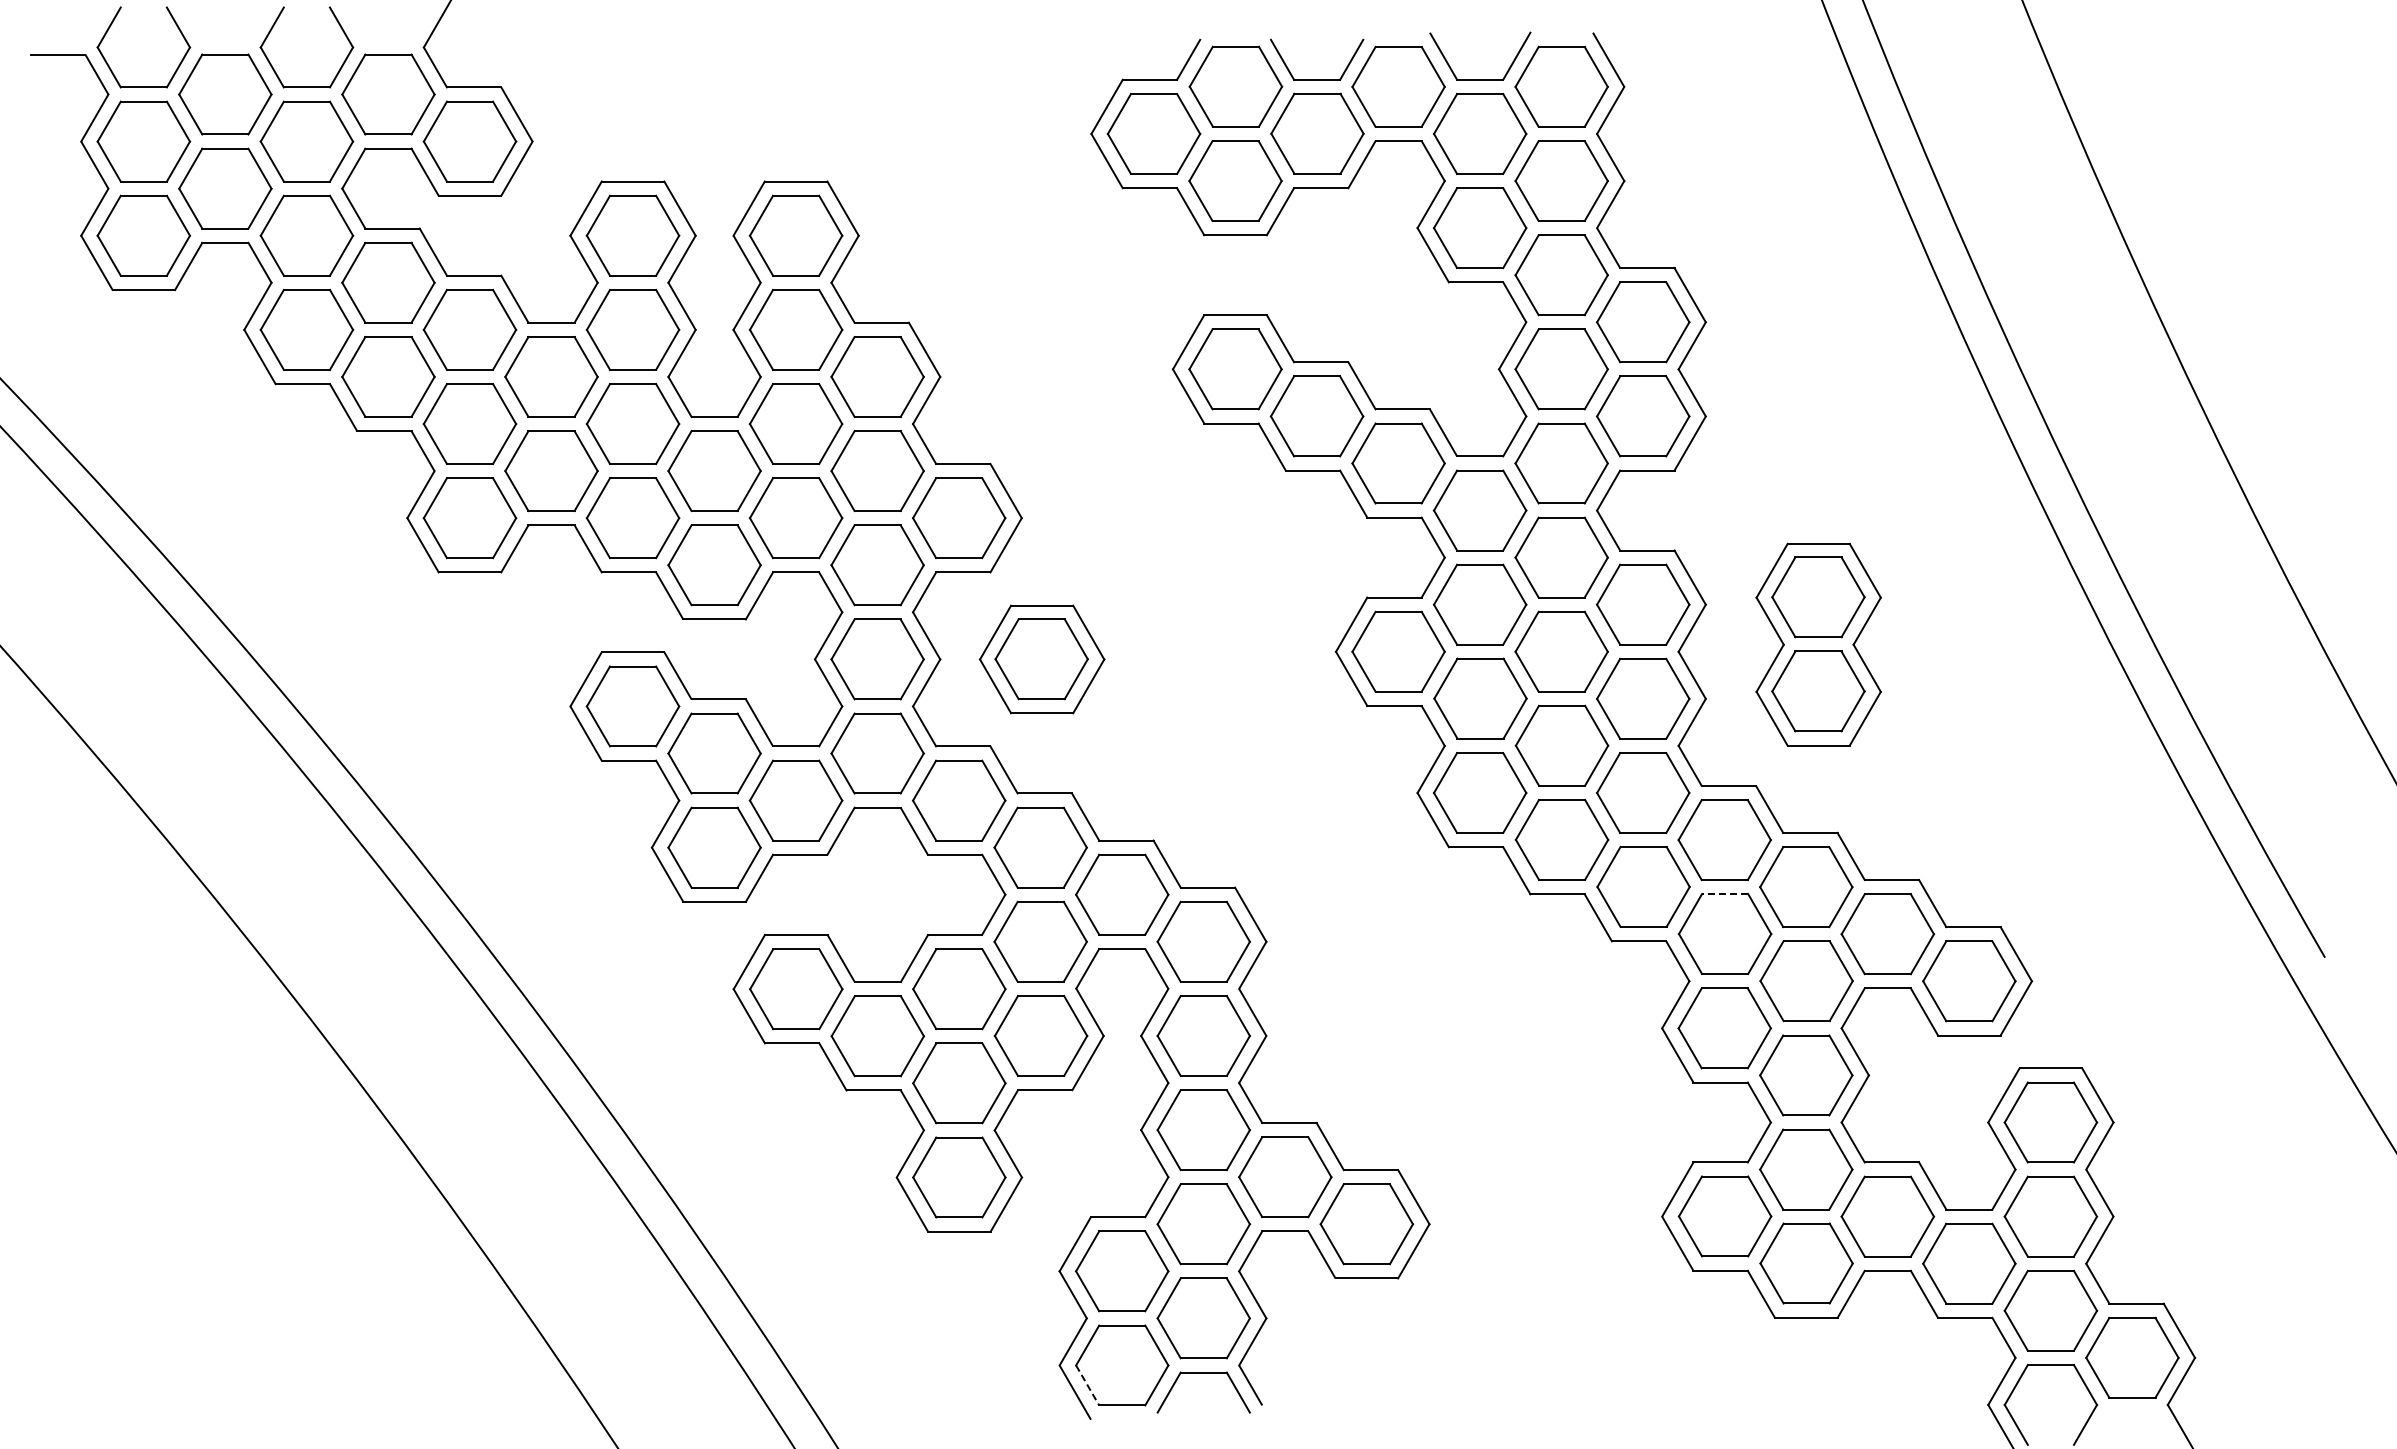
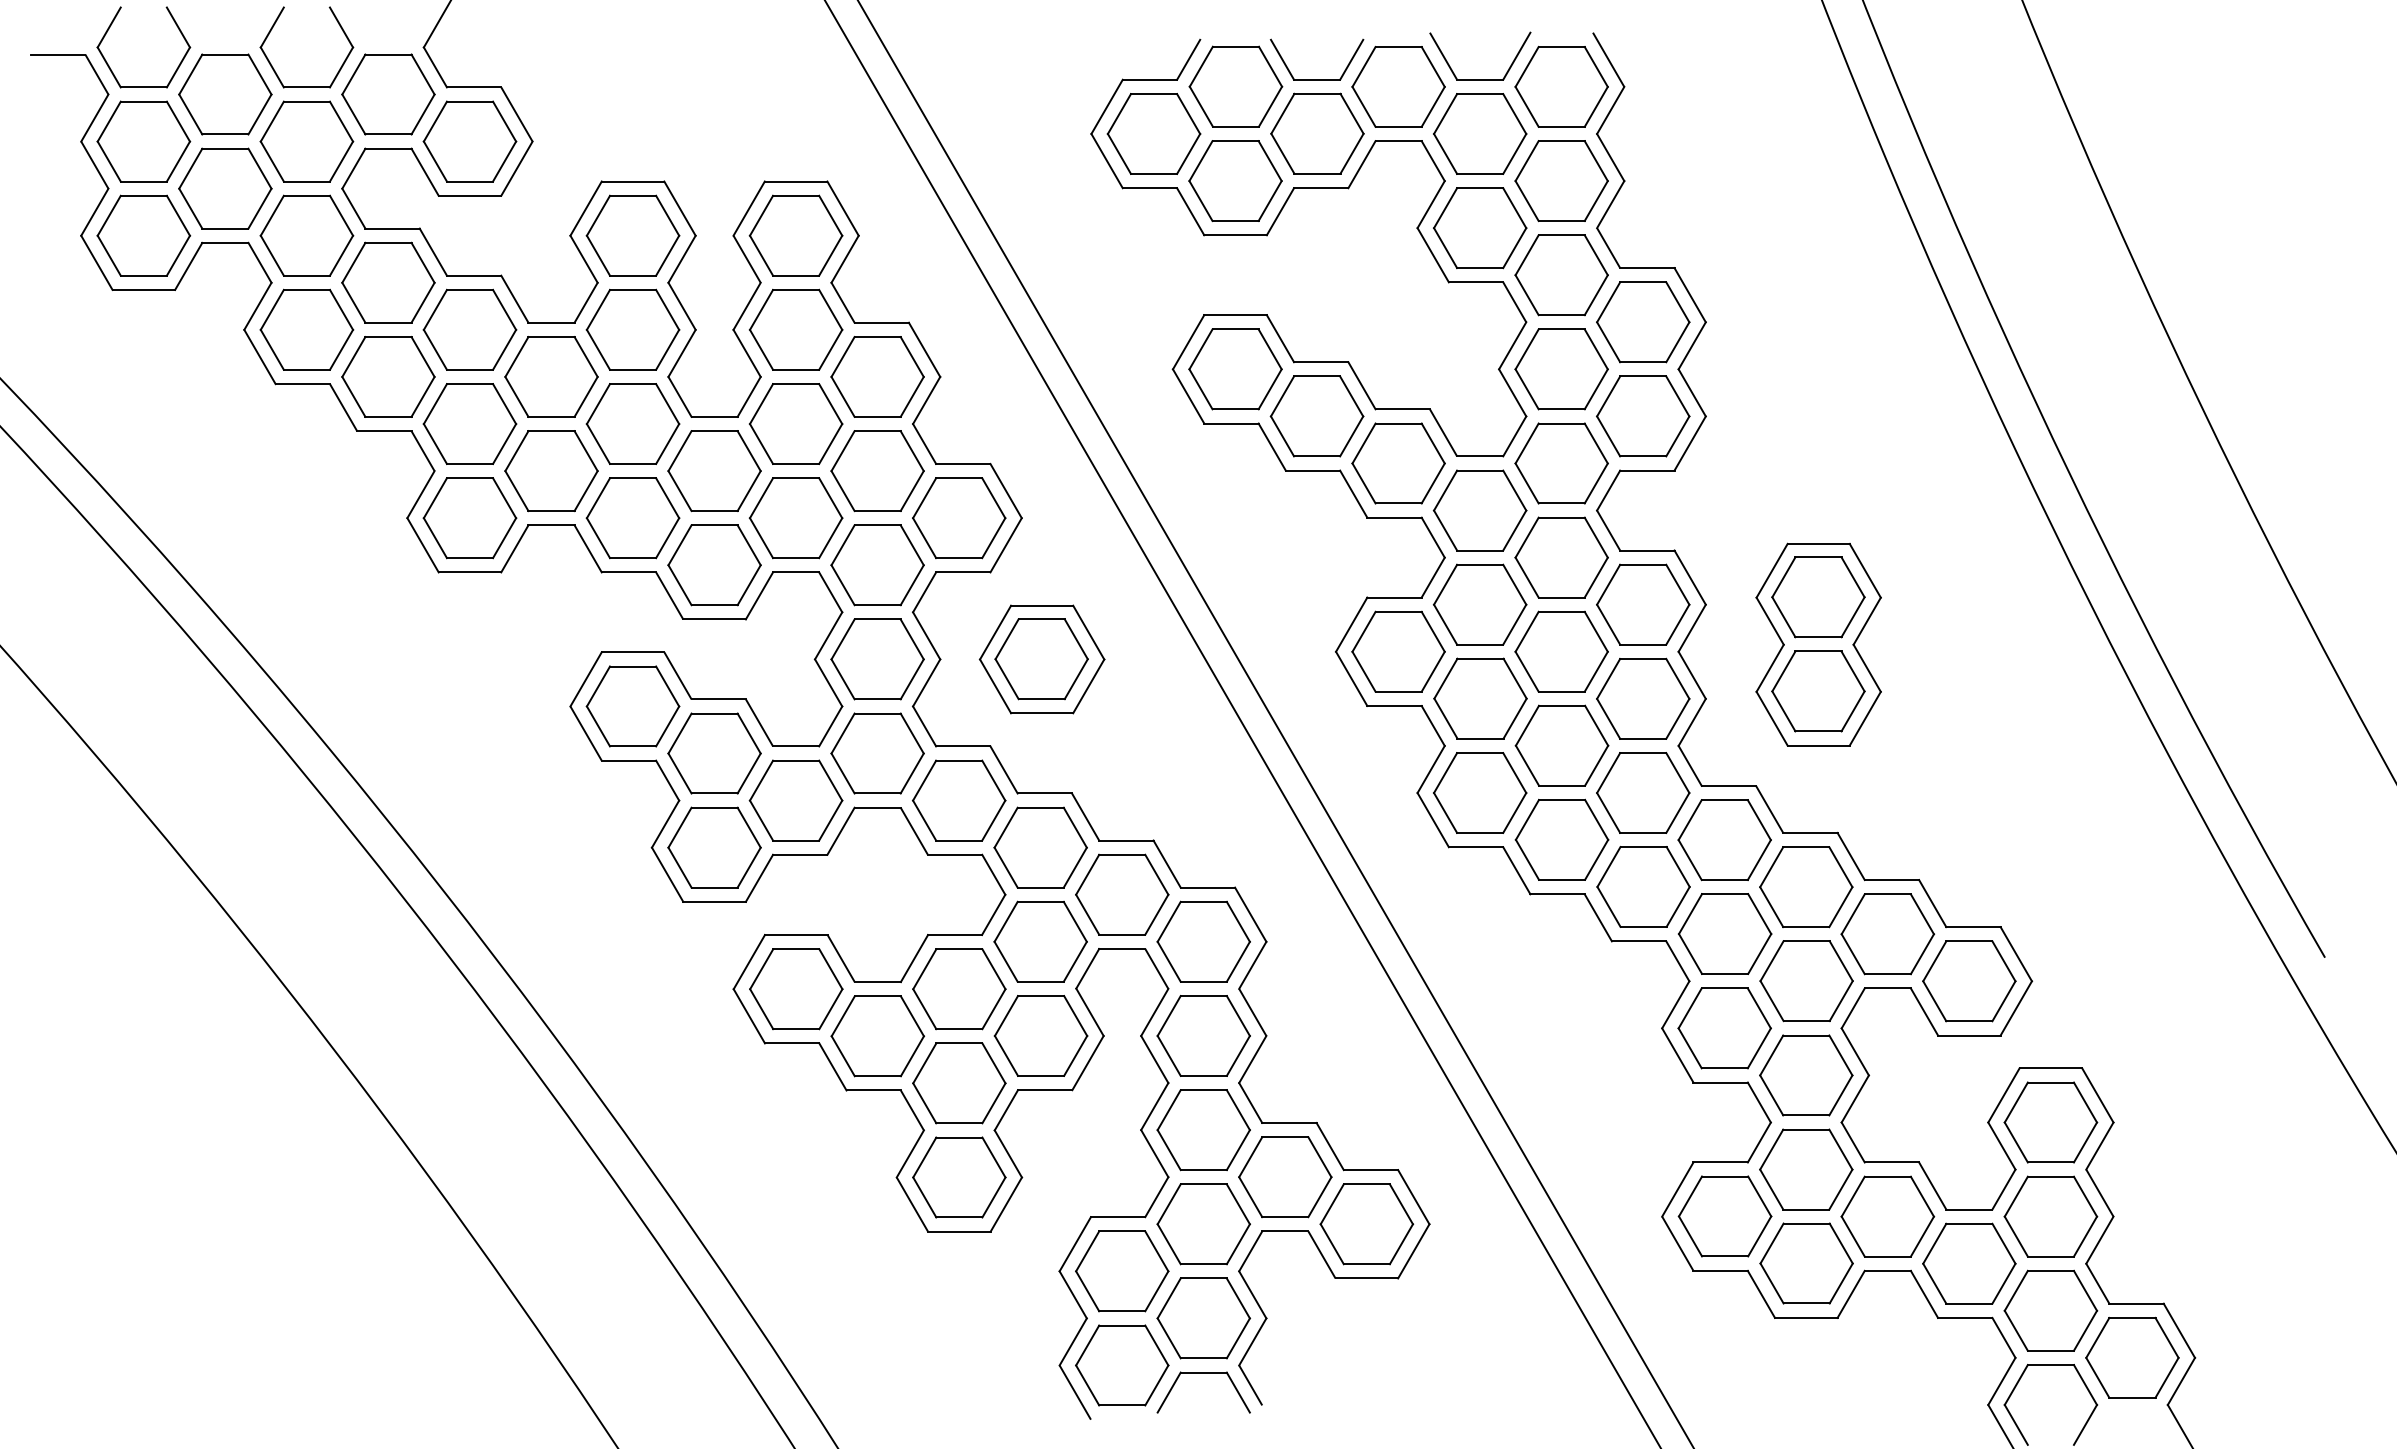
line at (1242, 723): none -> present
line at (1275, 723): none -> present
line at (1724, 894): dashed -> solid
line at (1087, 1385): dashed -> solid
